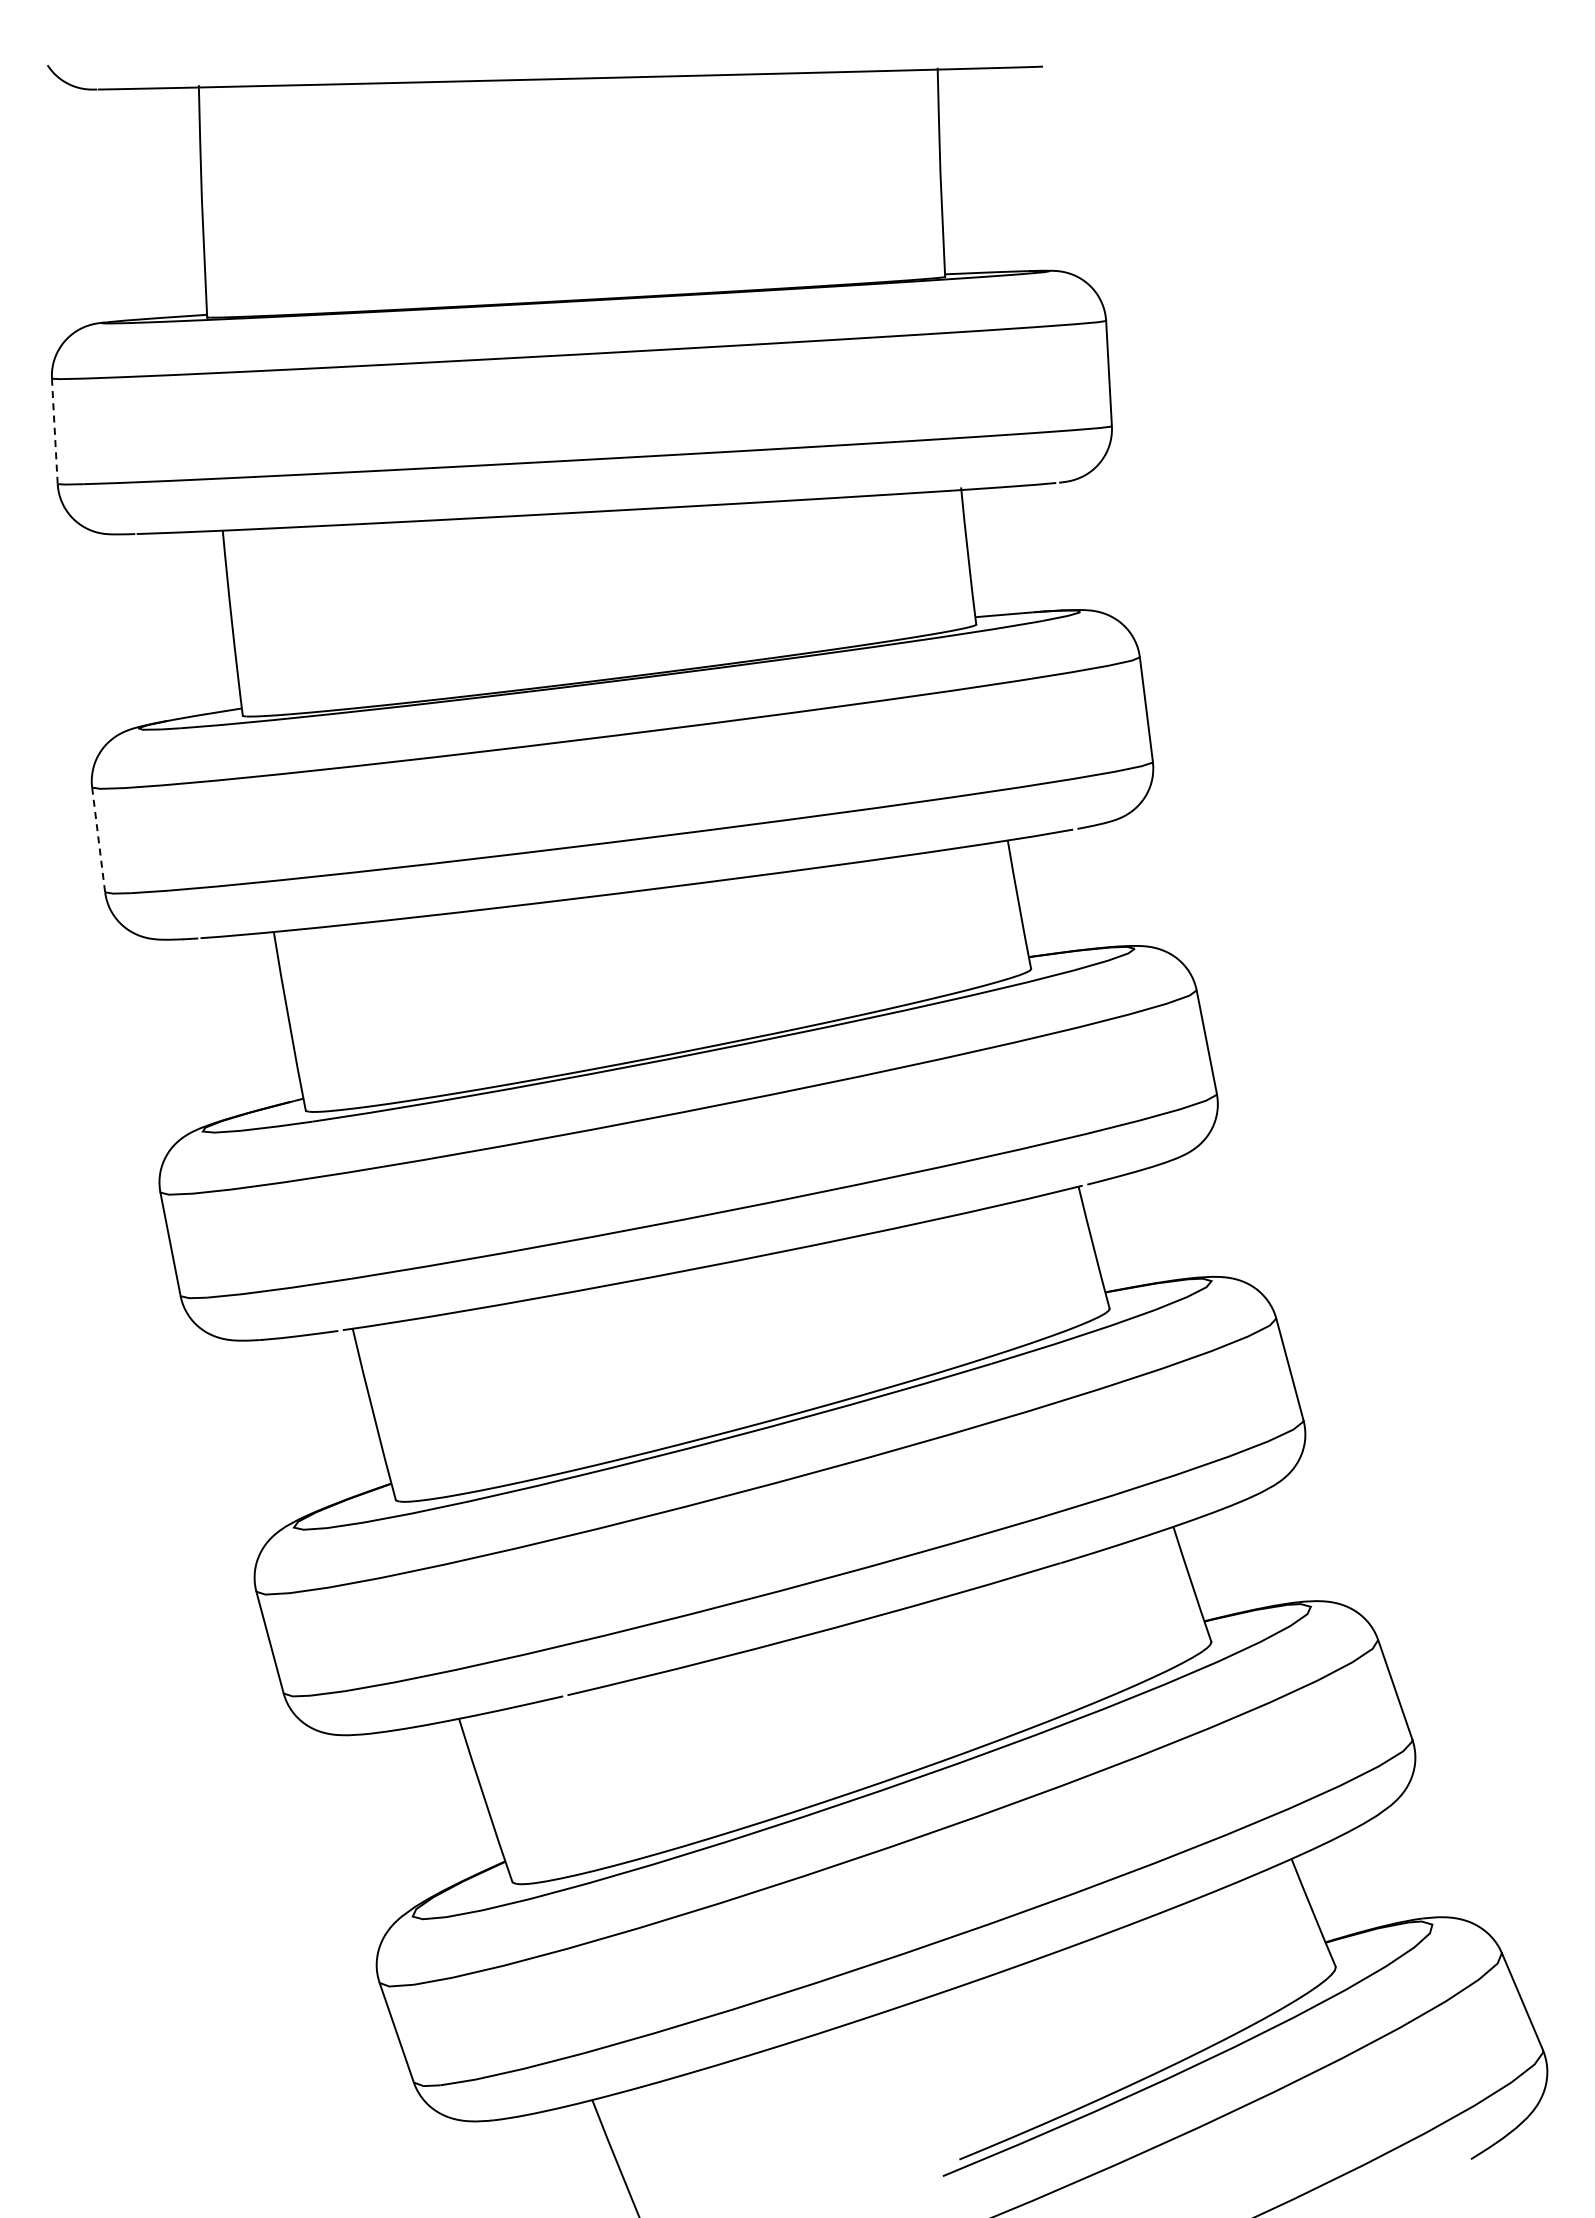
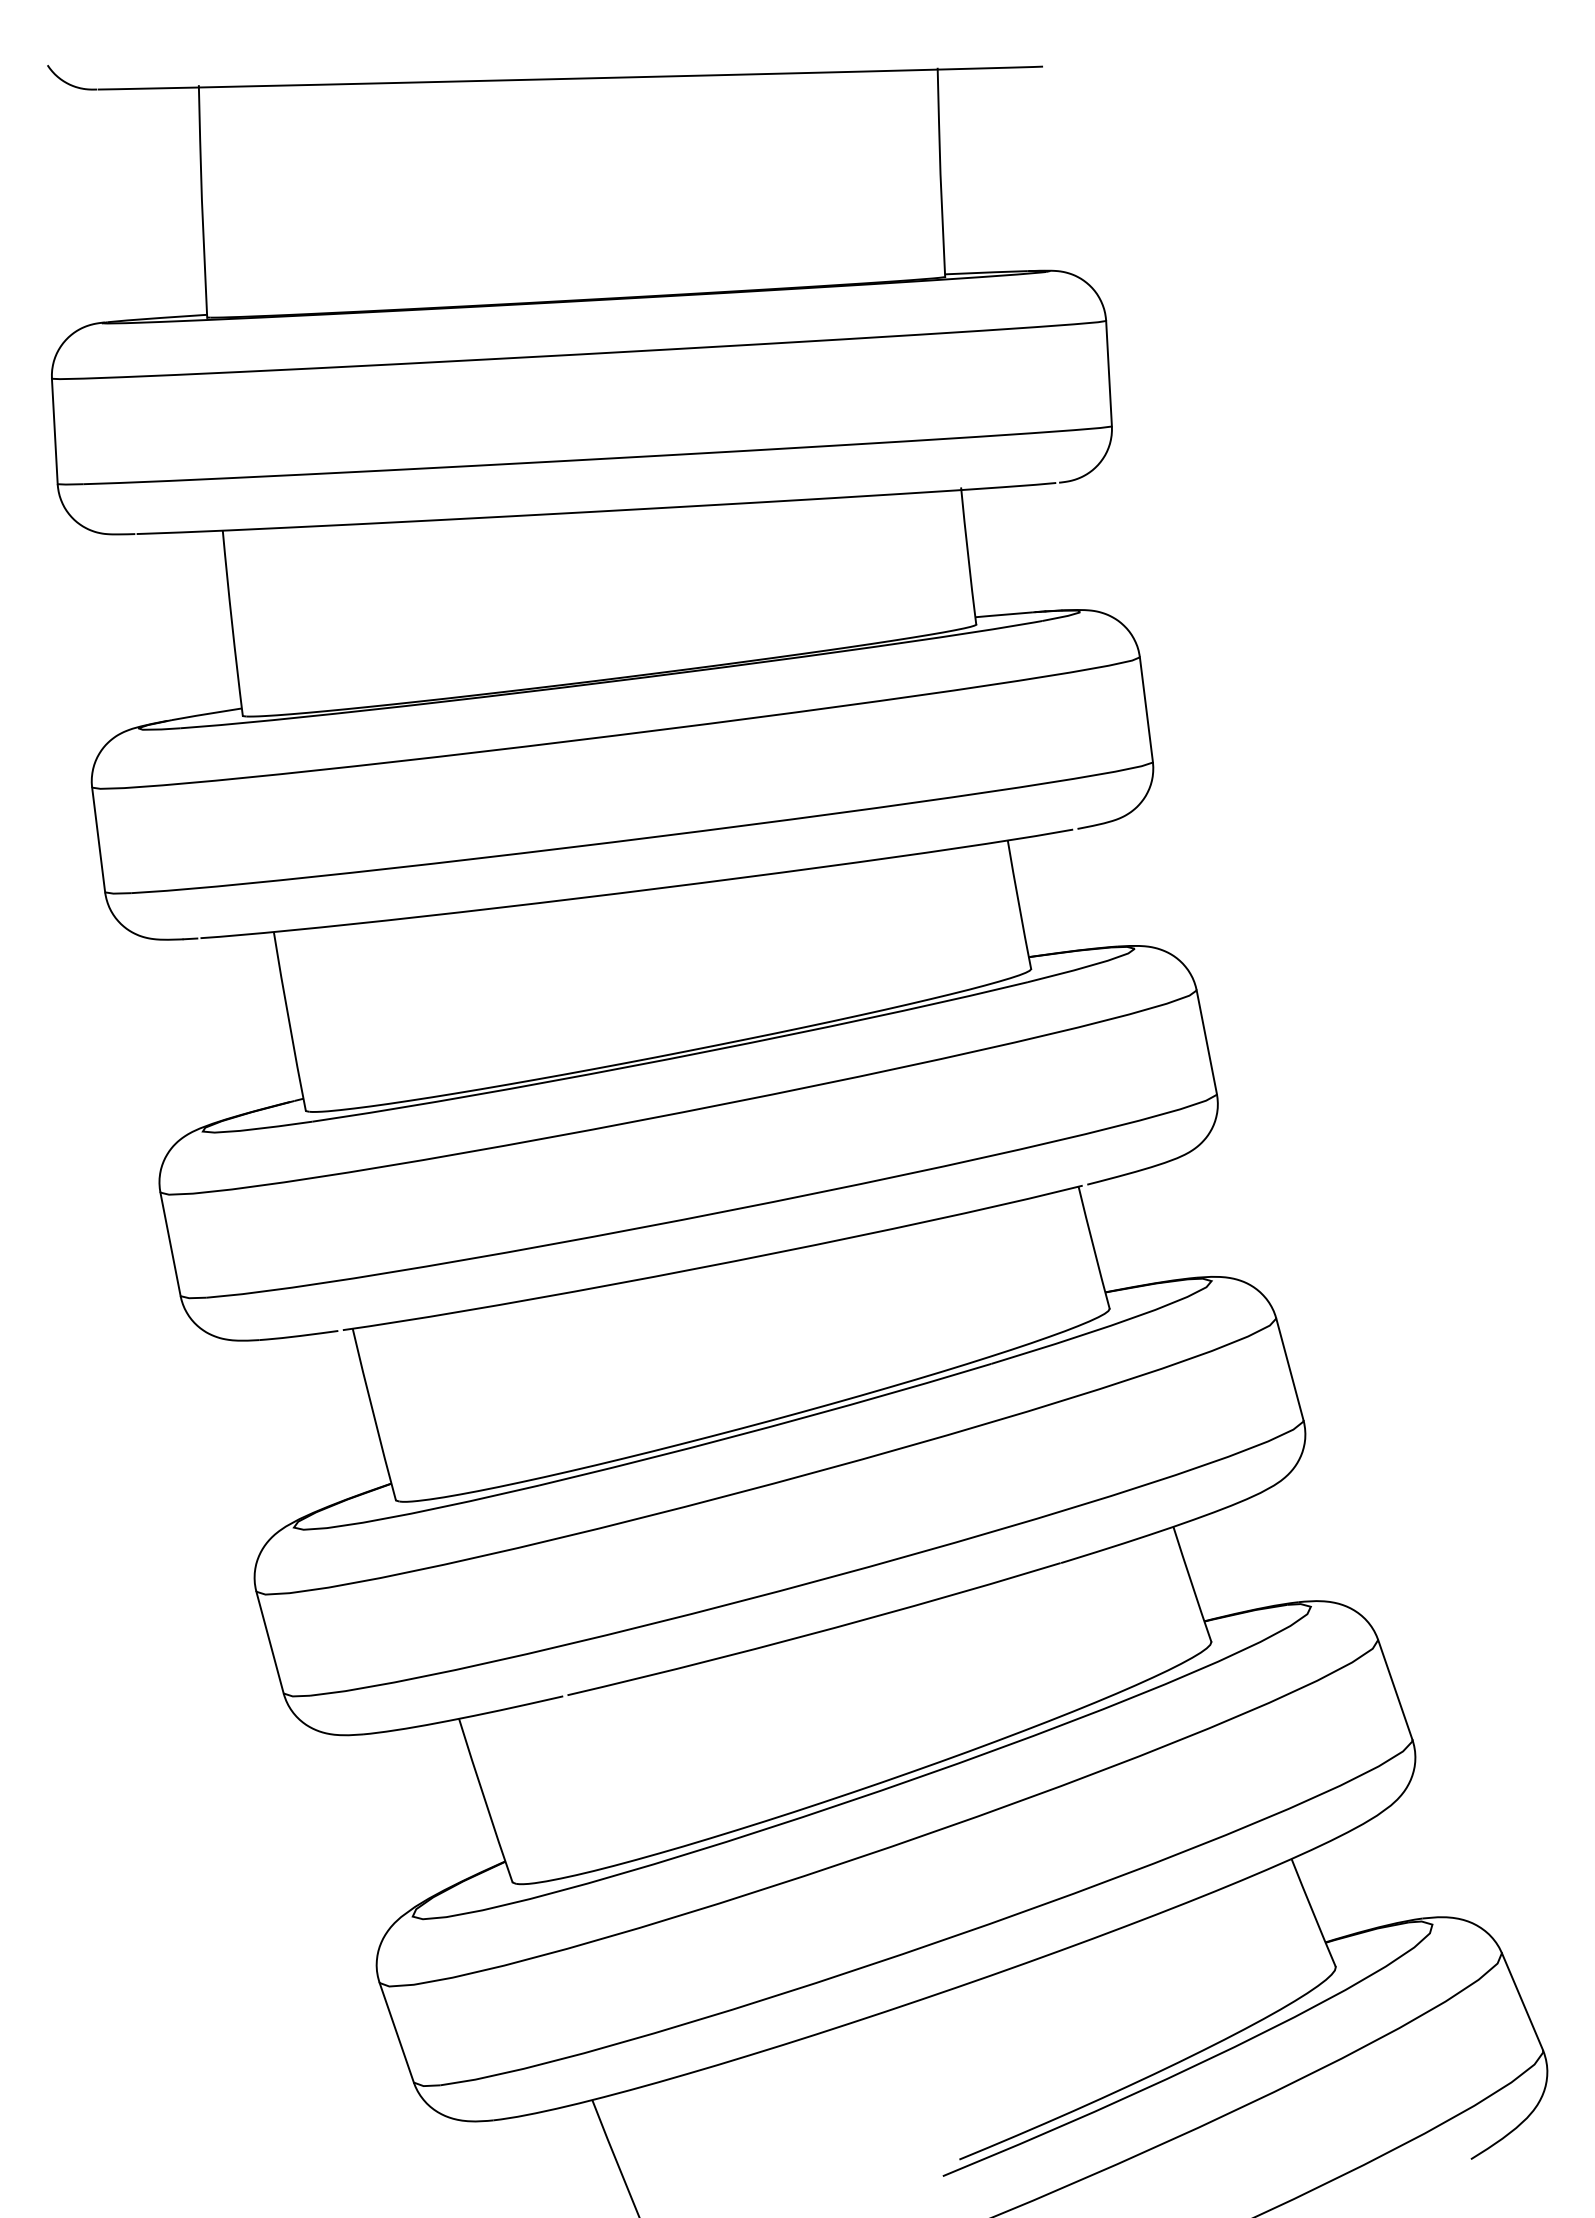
line at (54, 431): dashed -> solid
line at (98, 840): dashed -> solid
